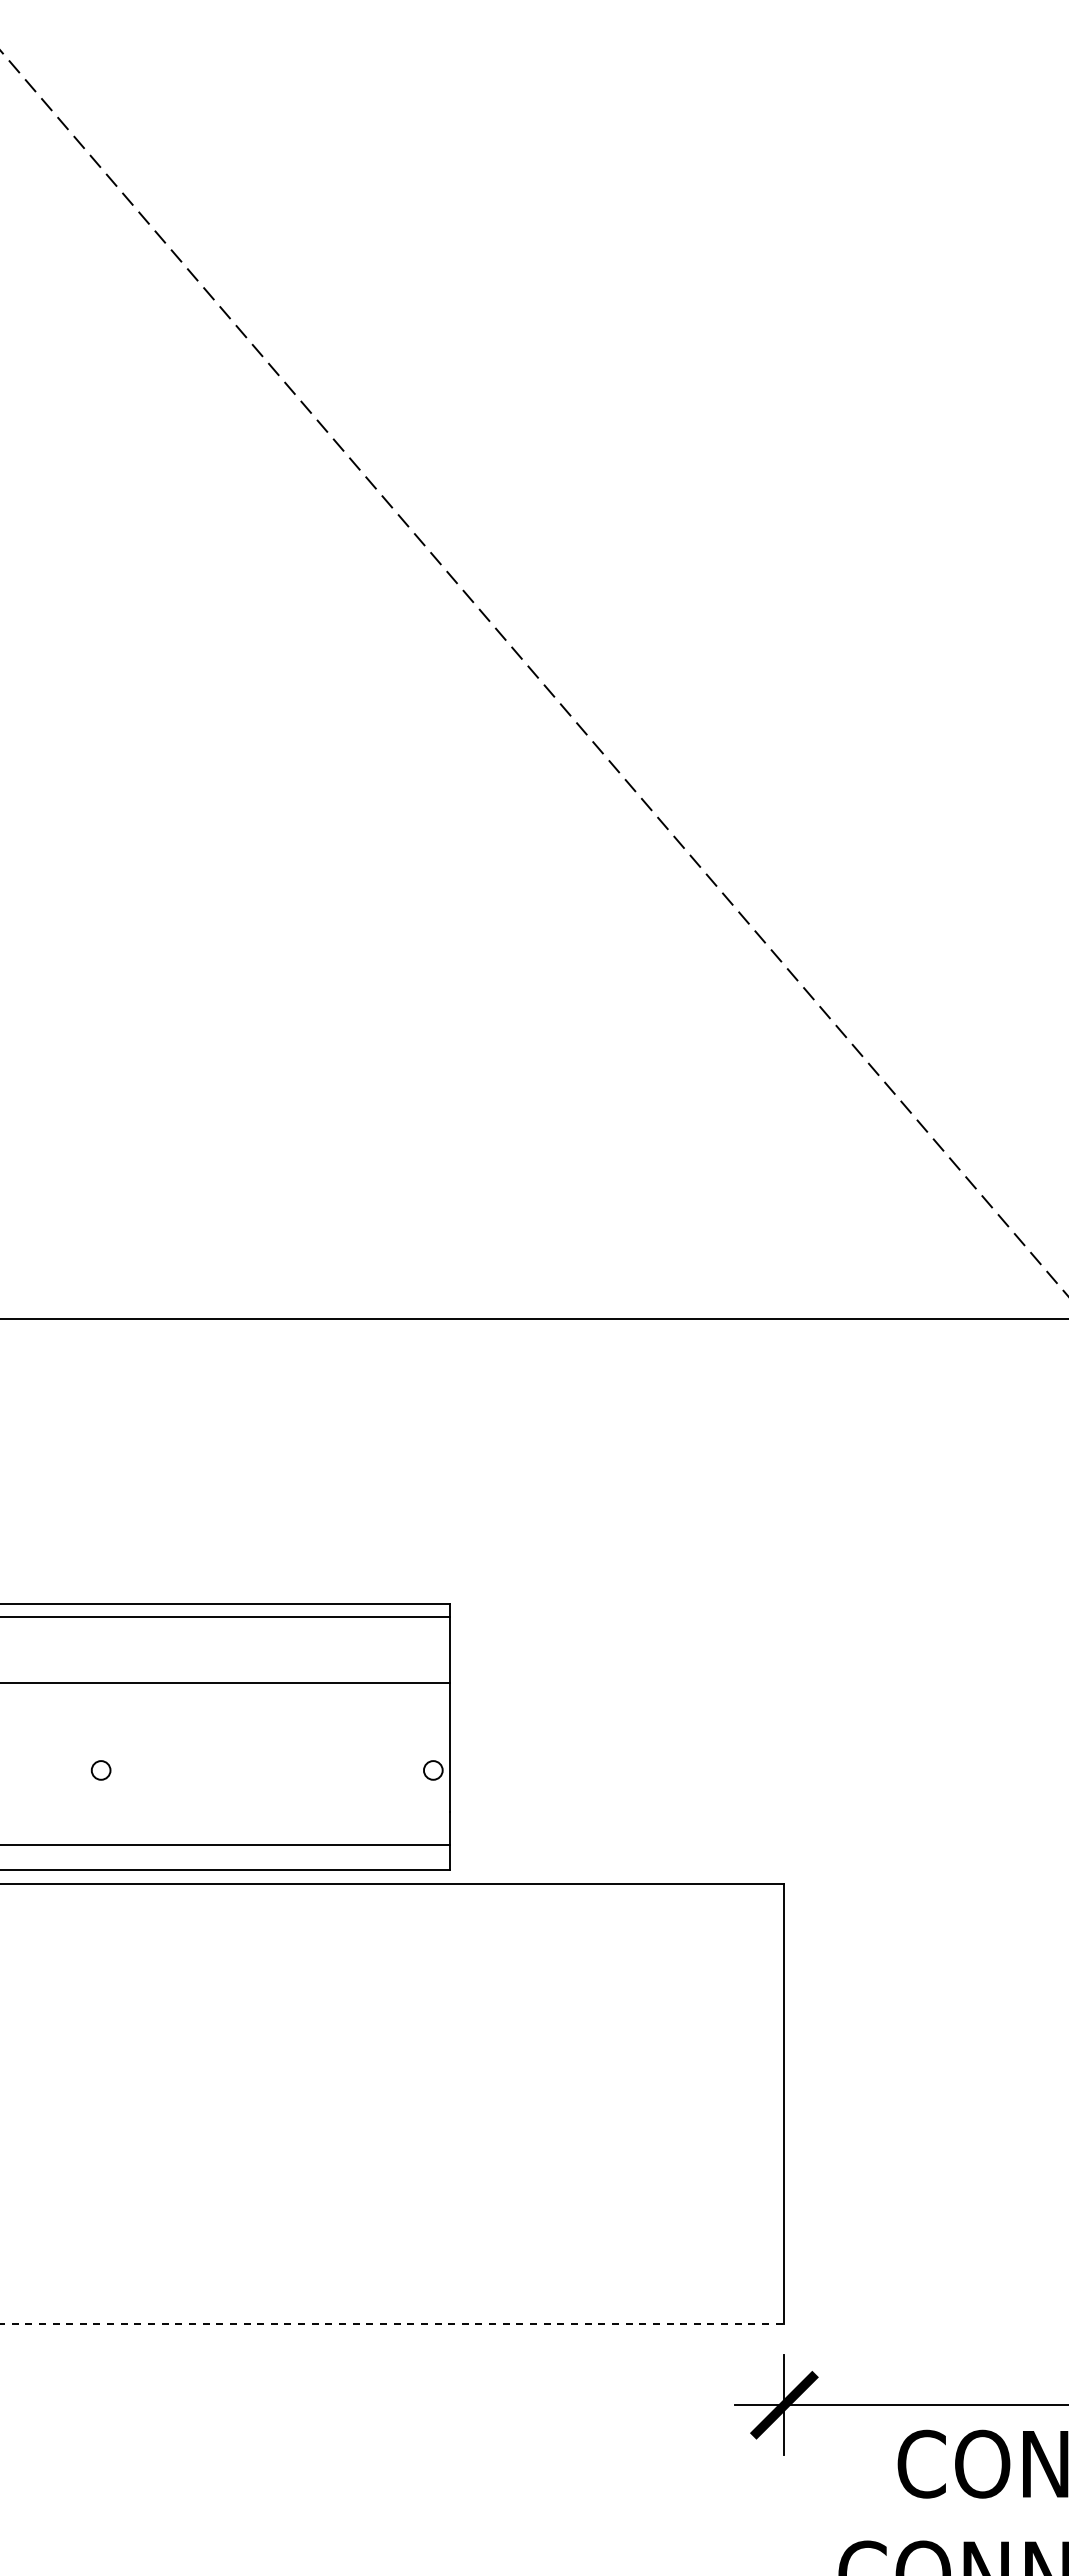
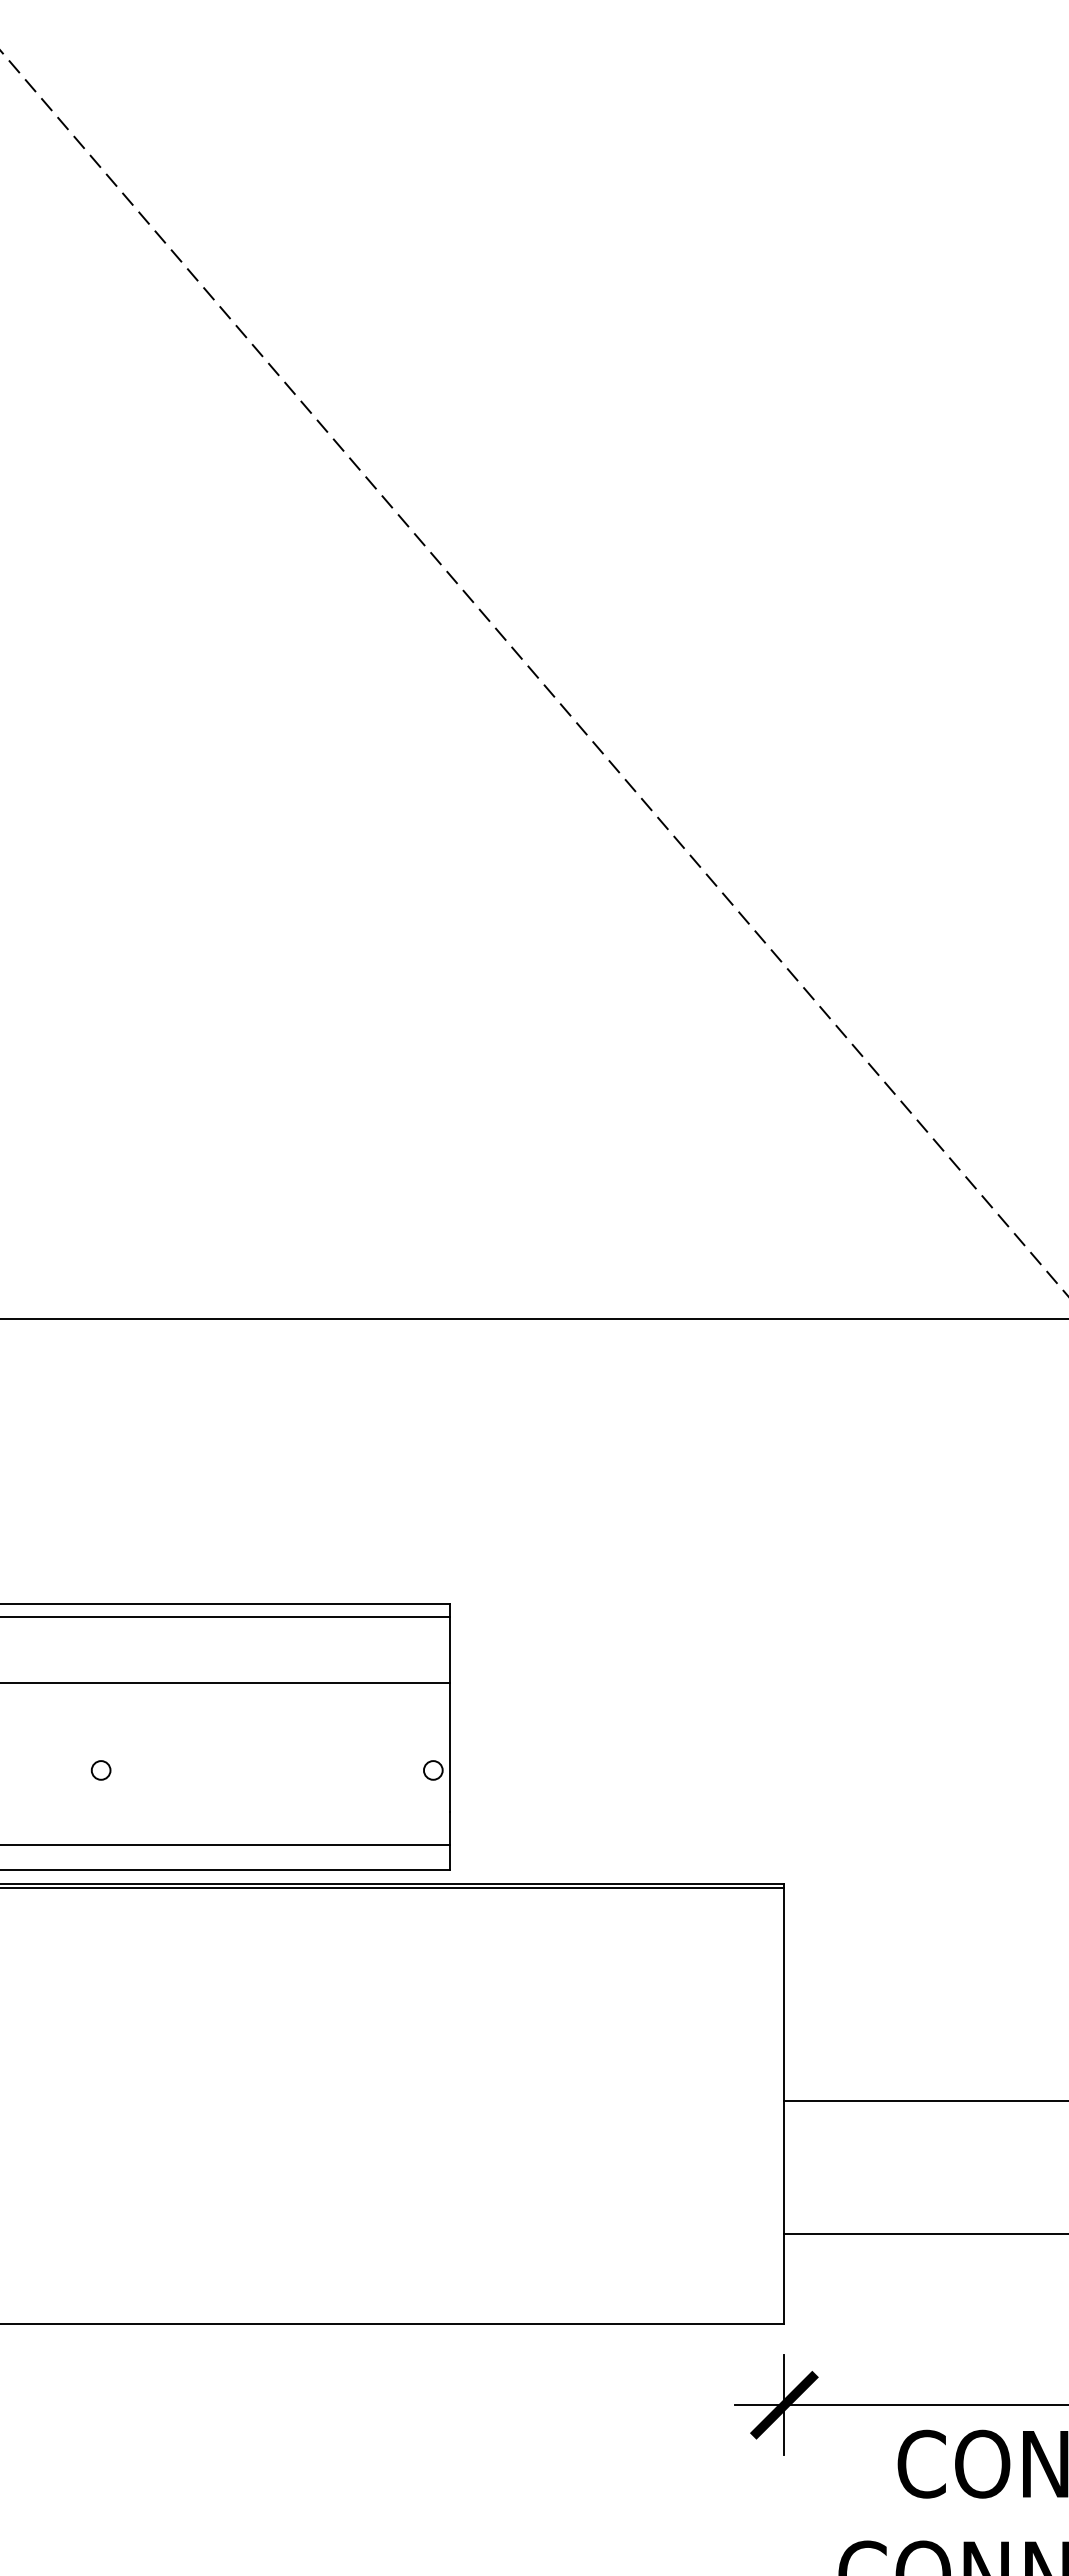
line at (393, 1887): none -> present
line at (924, 2100): none -> present
line at (924, 2233): none -> present
line at (392, 2323): dashed -> solid
